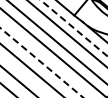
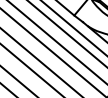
line at (74, 28): dashed -> solid
line at (42, 63): dashed -> solid
